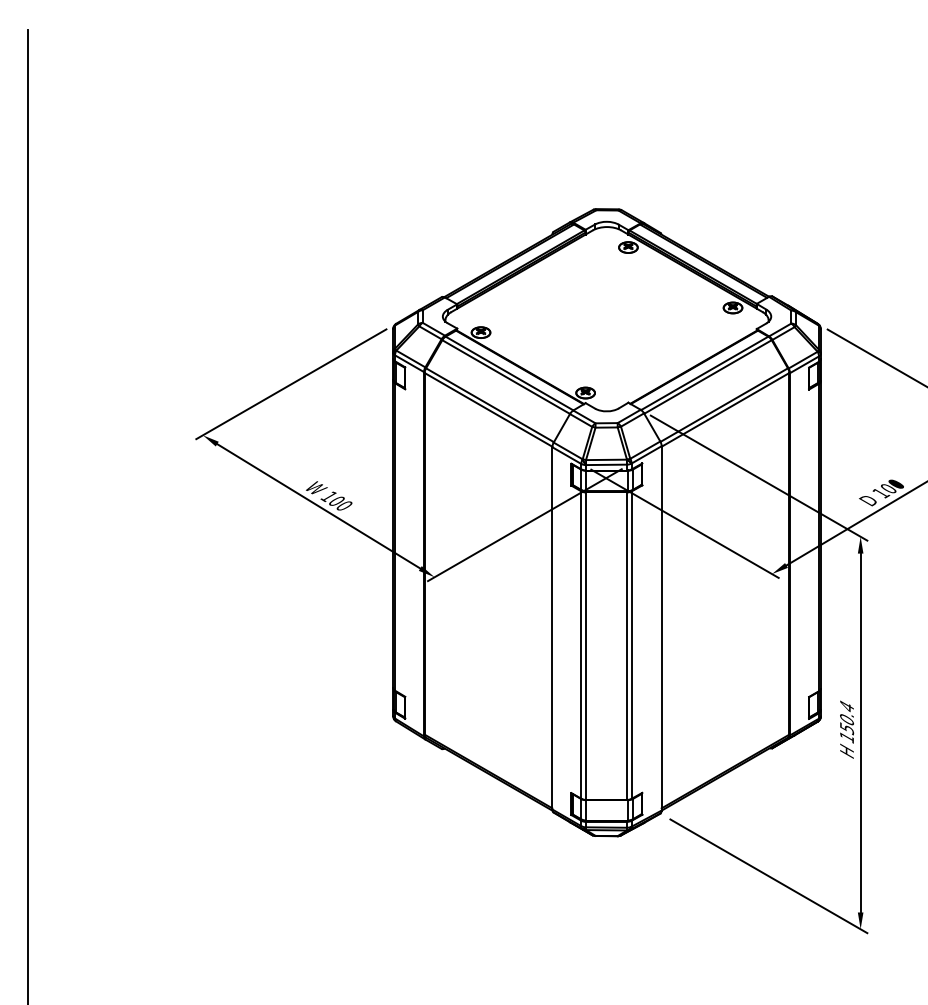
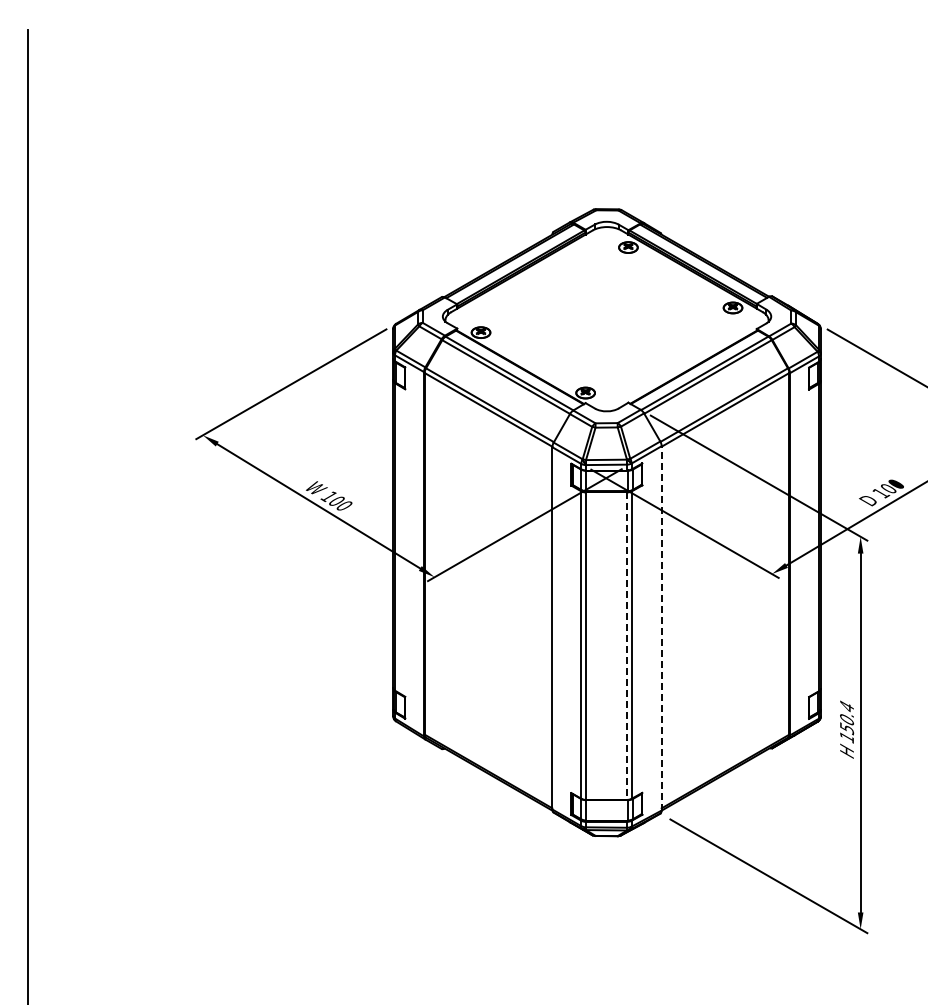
line at (661, 627): solid -> dashed
line at (626, 646): solid -> dashed
